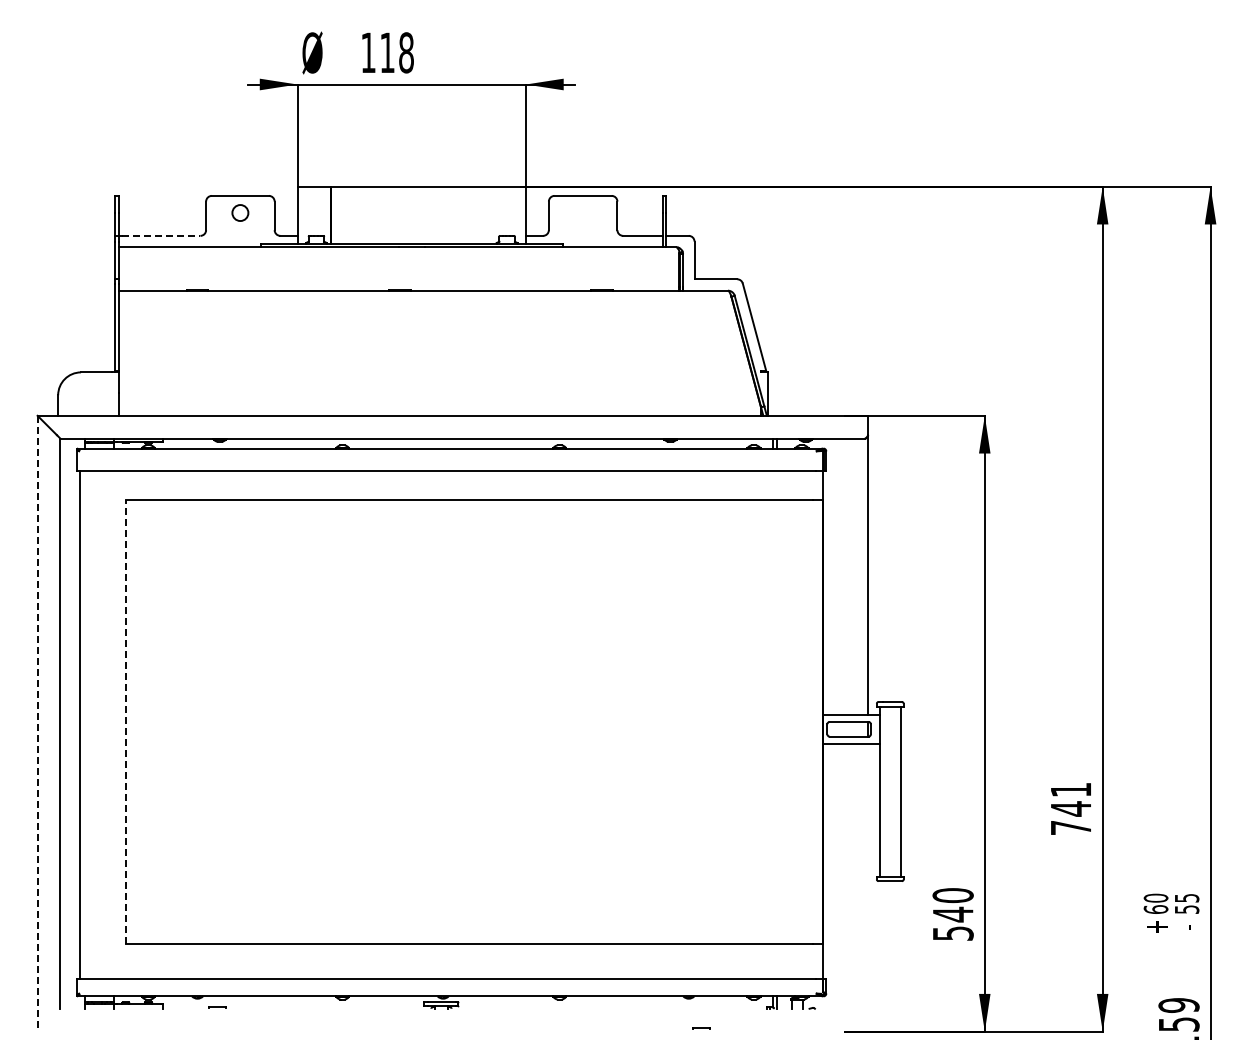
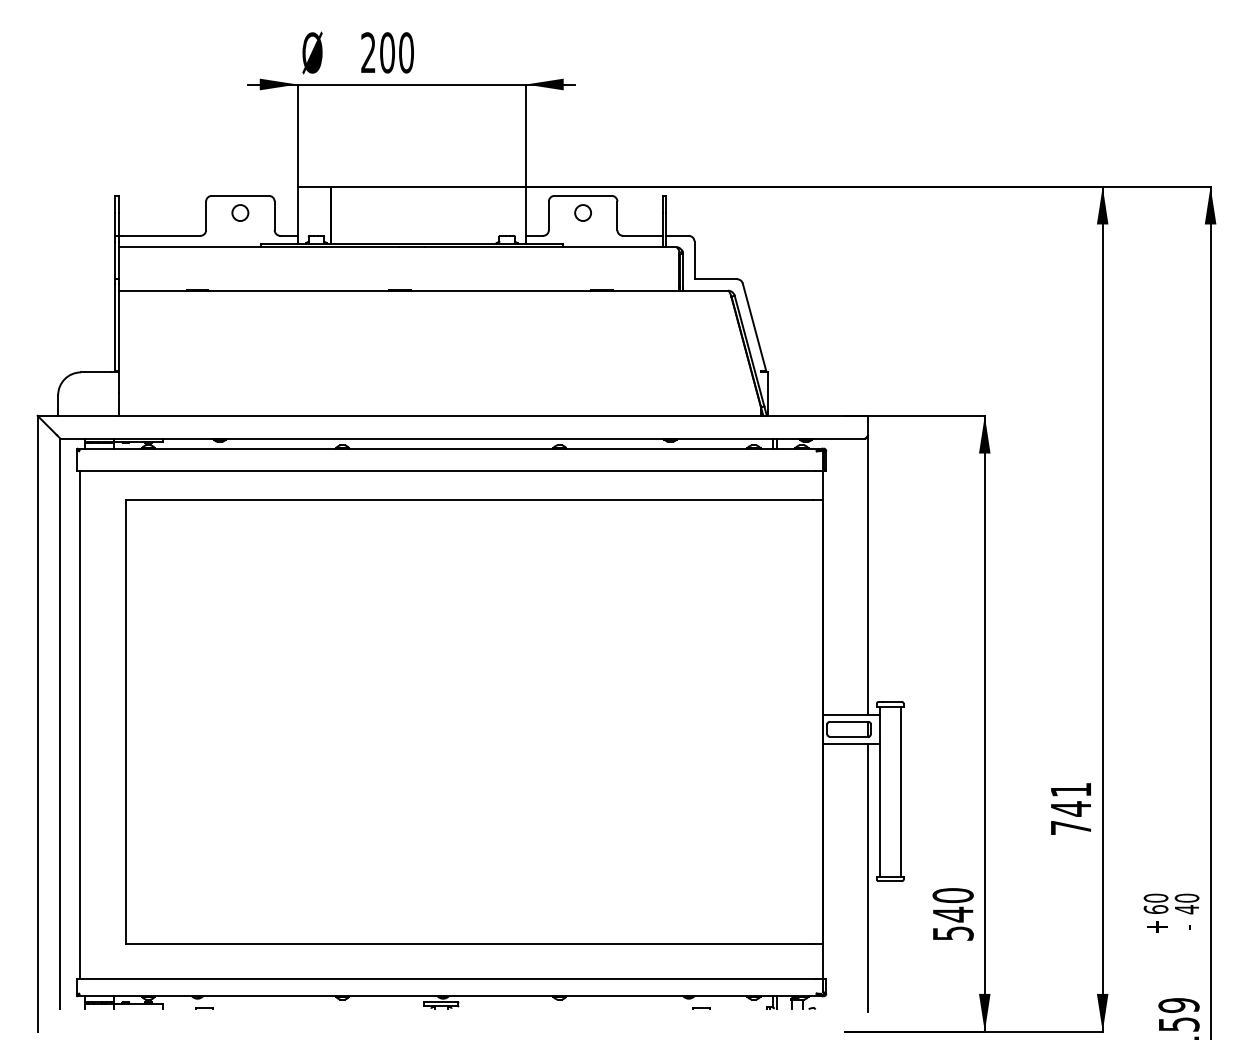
text at (387, 52): 118 -> 200
circle at (582, 212): none -> present
line at (161, 235): dashed -> solid
line at (125, 721): dashed -> solid
line at (37, 723): dashed -> solid
line at (868, 877): none -> present
text at (1186, 903): 55 -> 40
line at (217, 1007) position: (217, 1007) -> (204, 1008)
line at (701, 1028) position: (701, 1028) -> (701, 1008)
